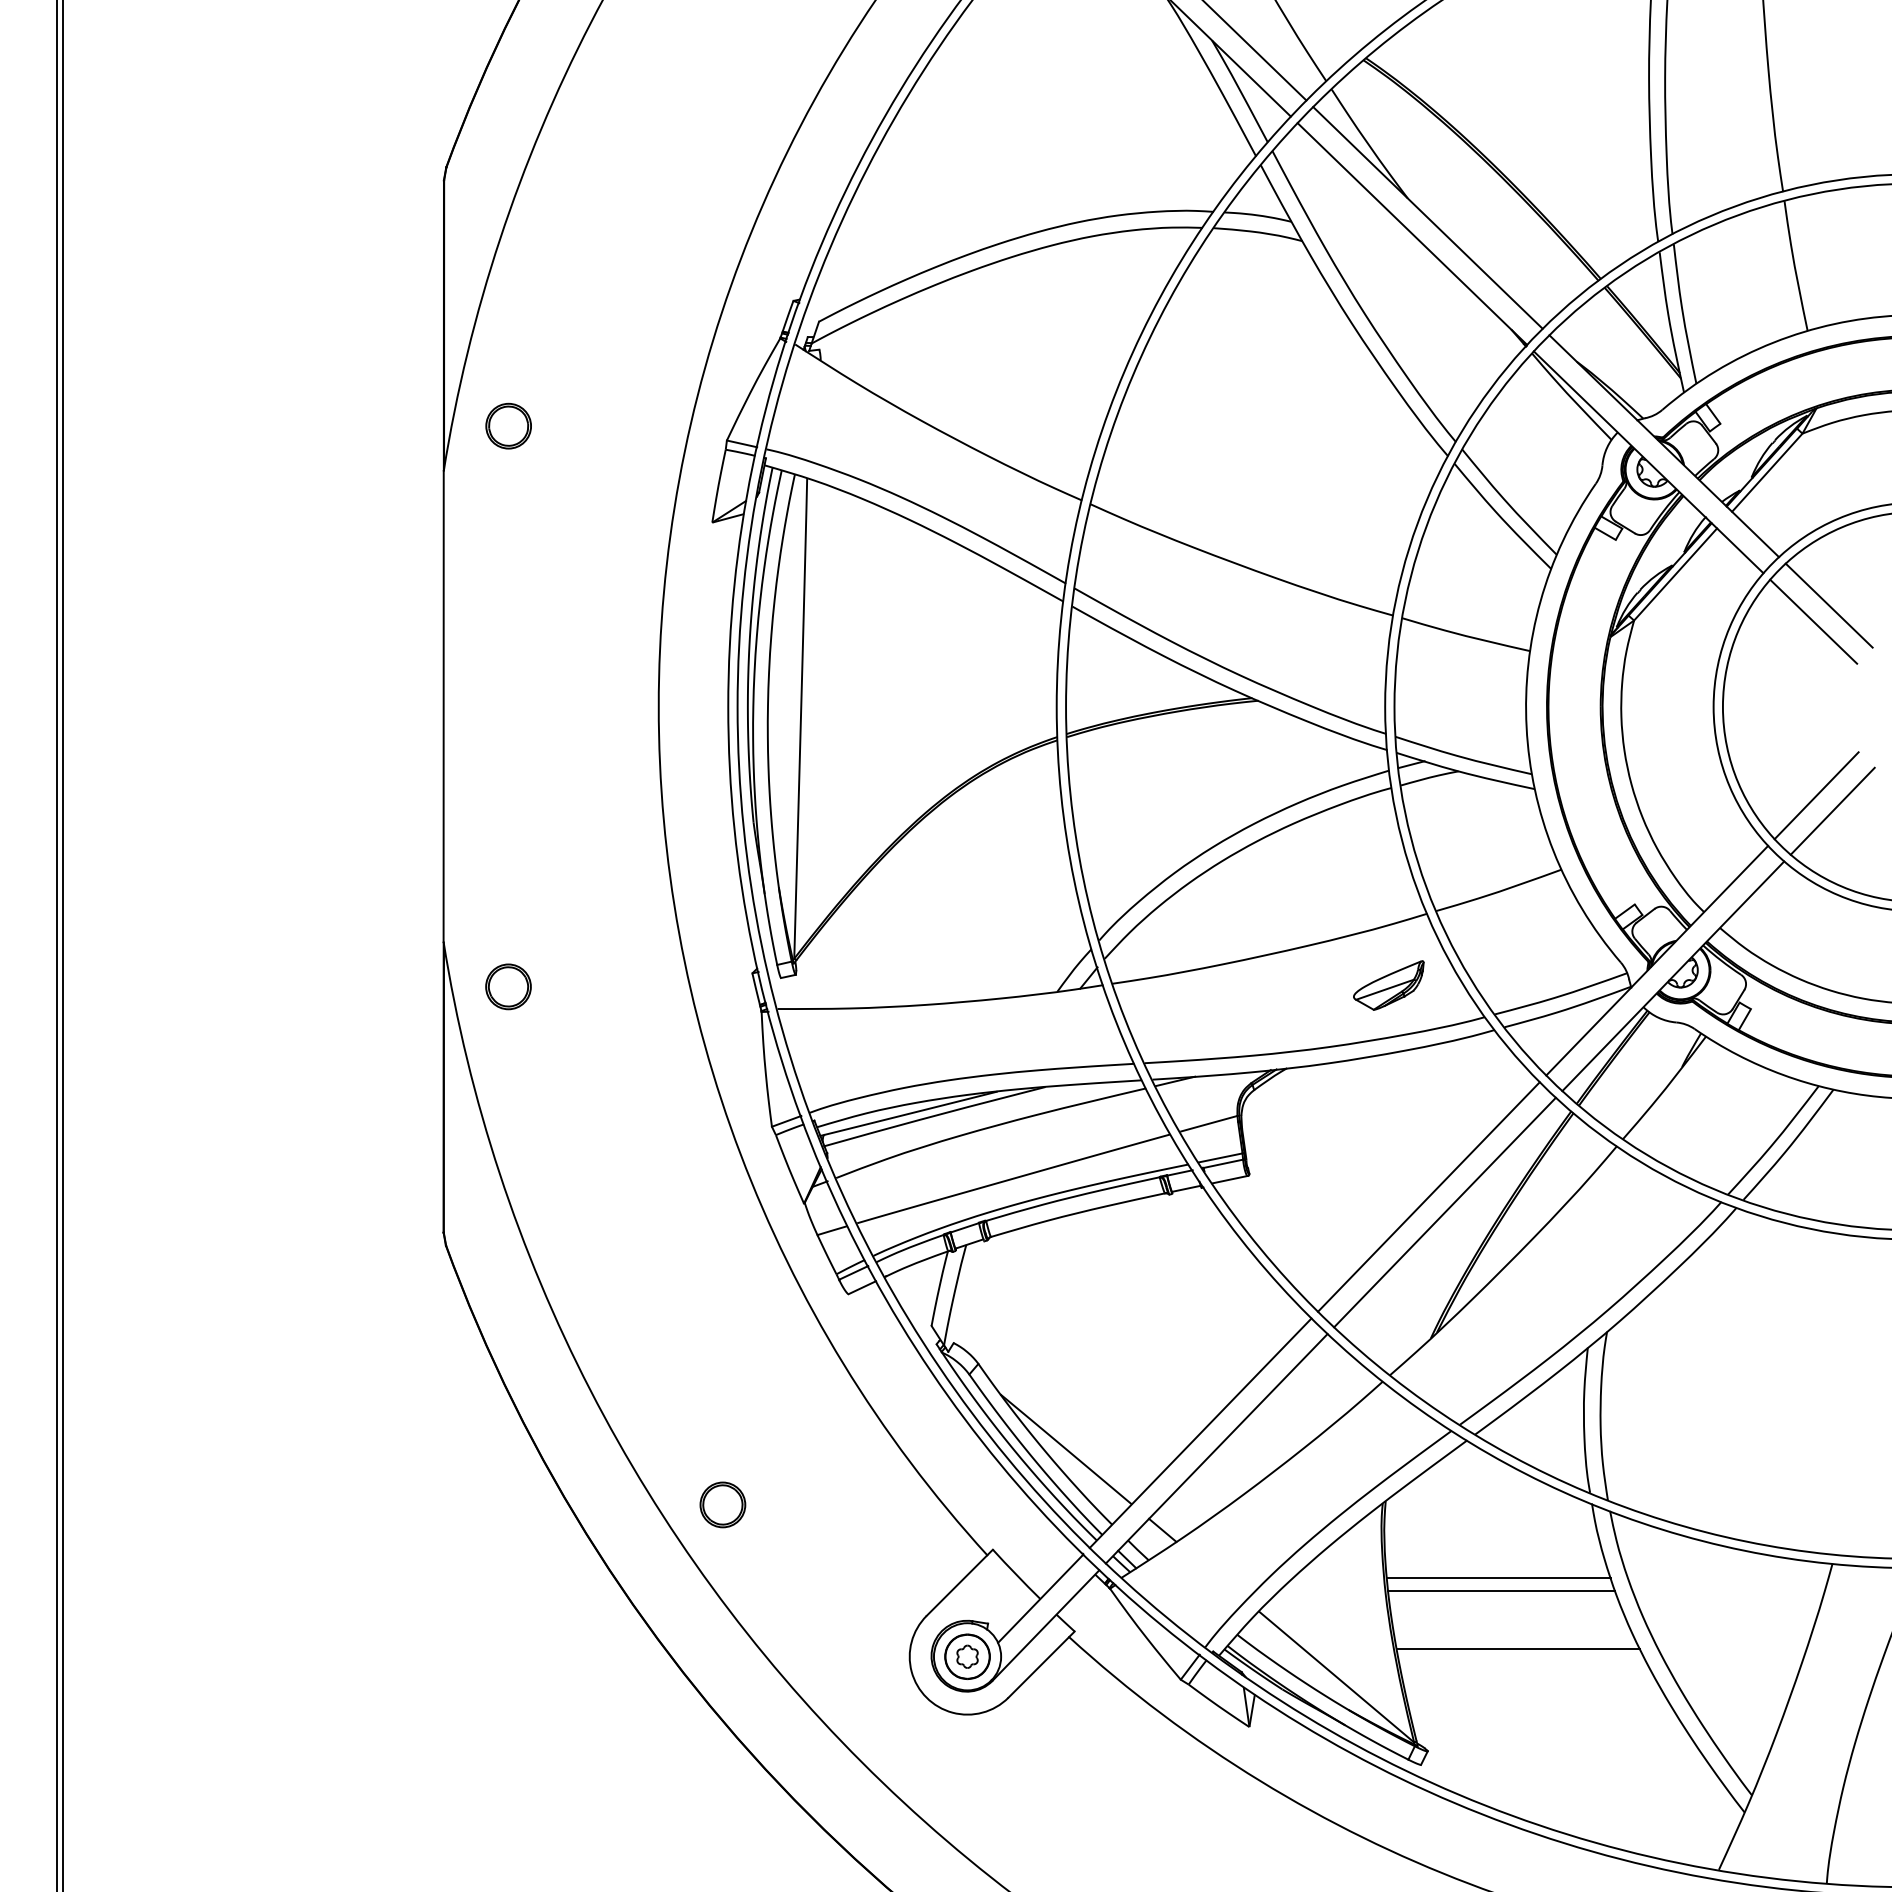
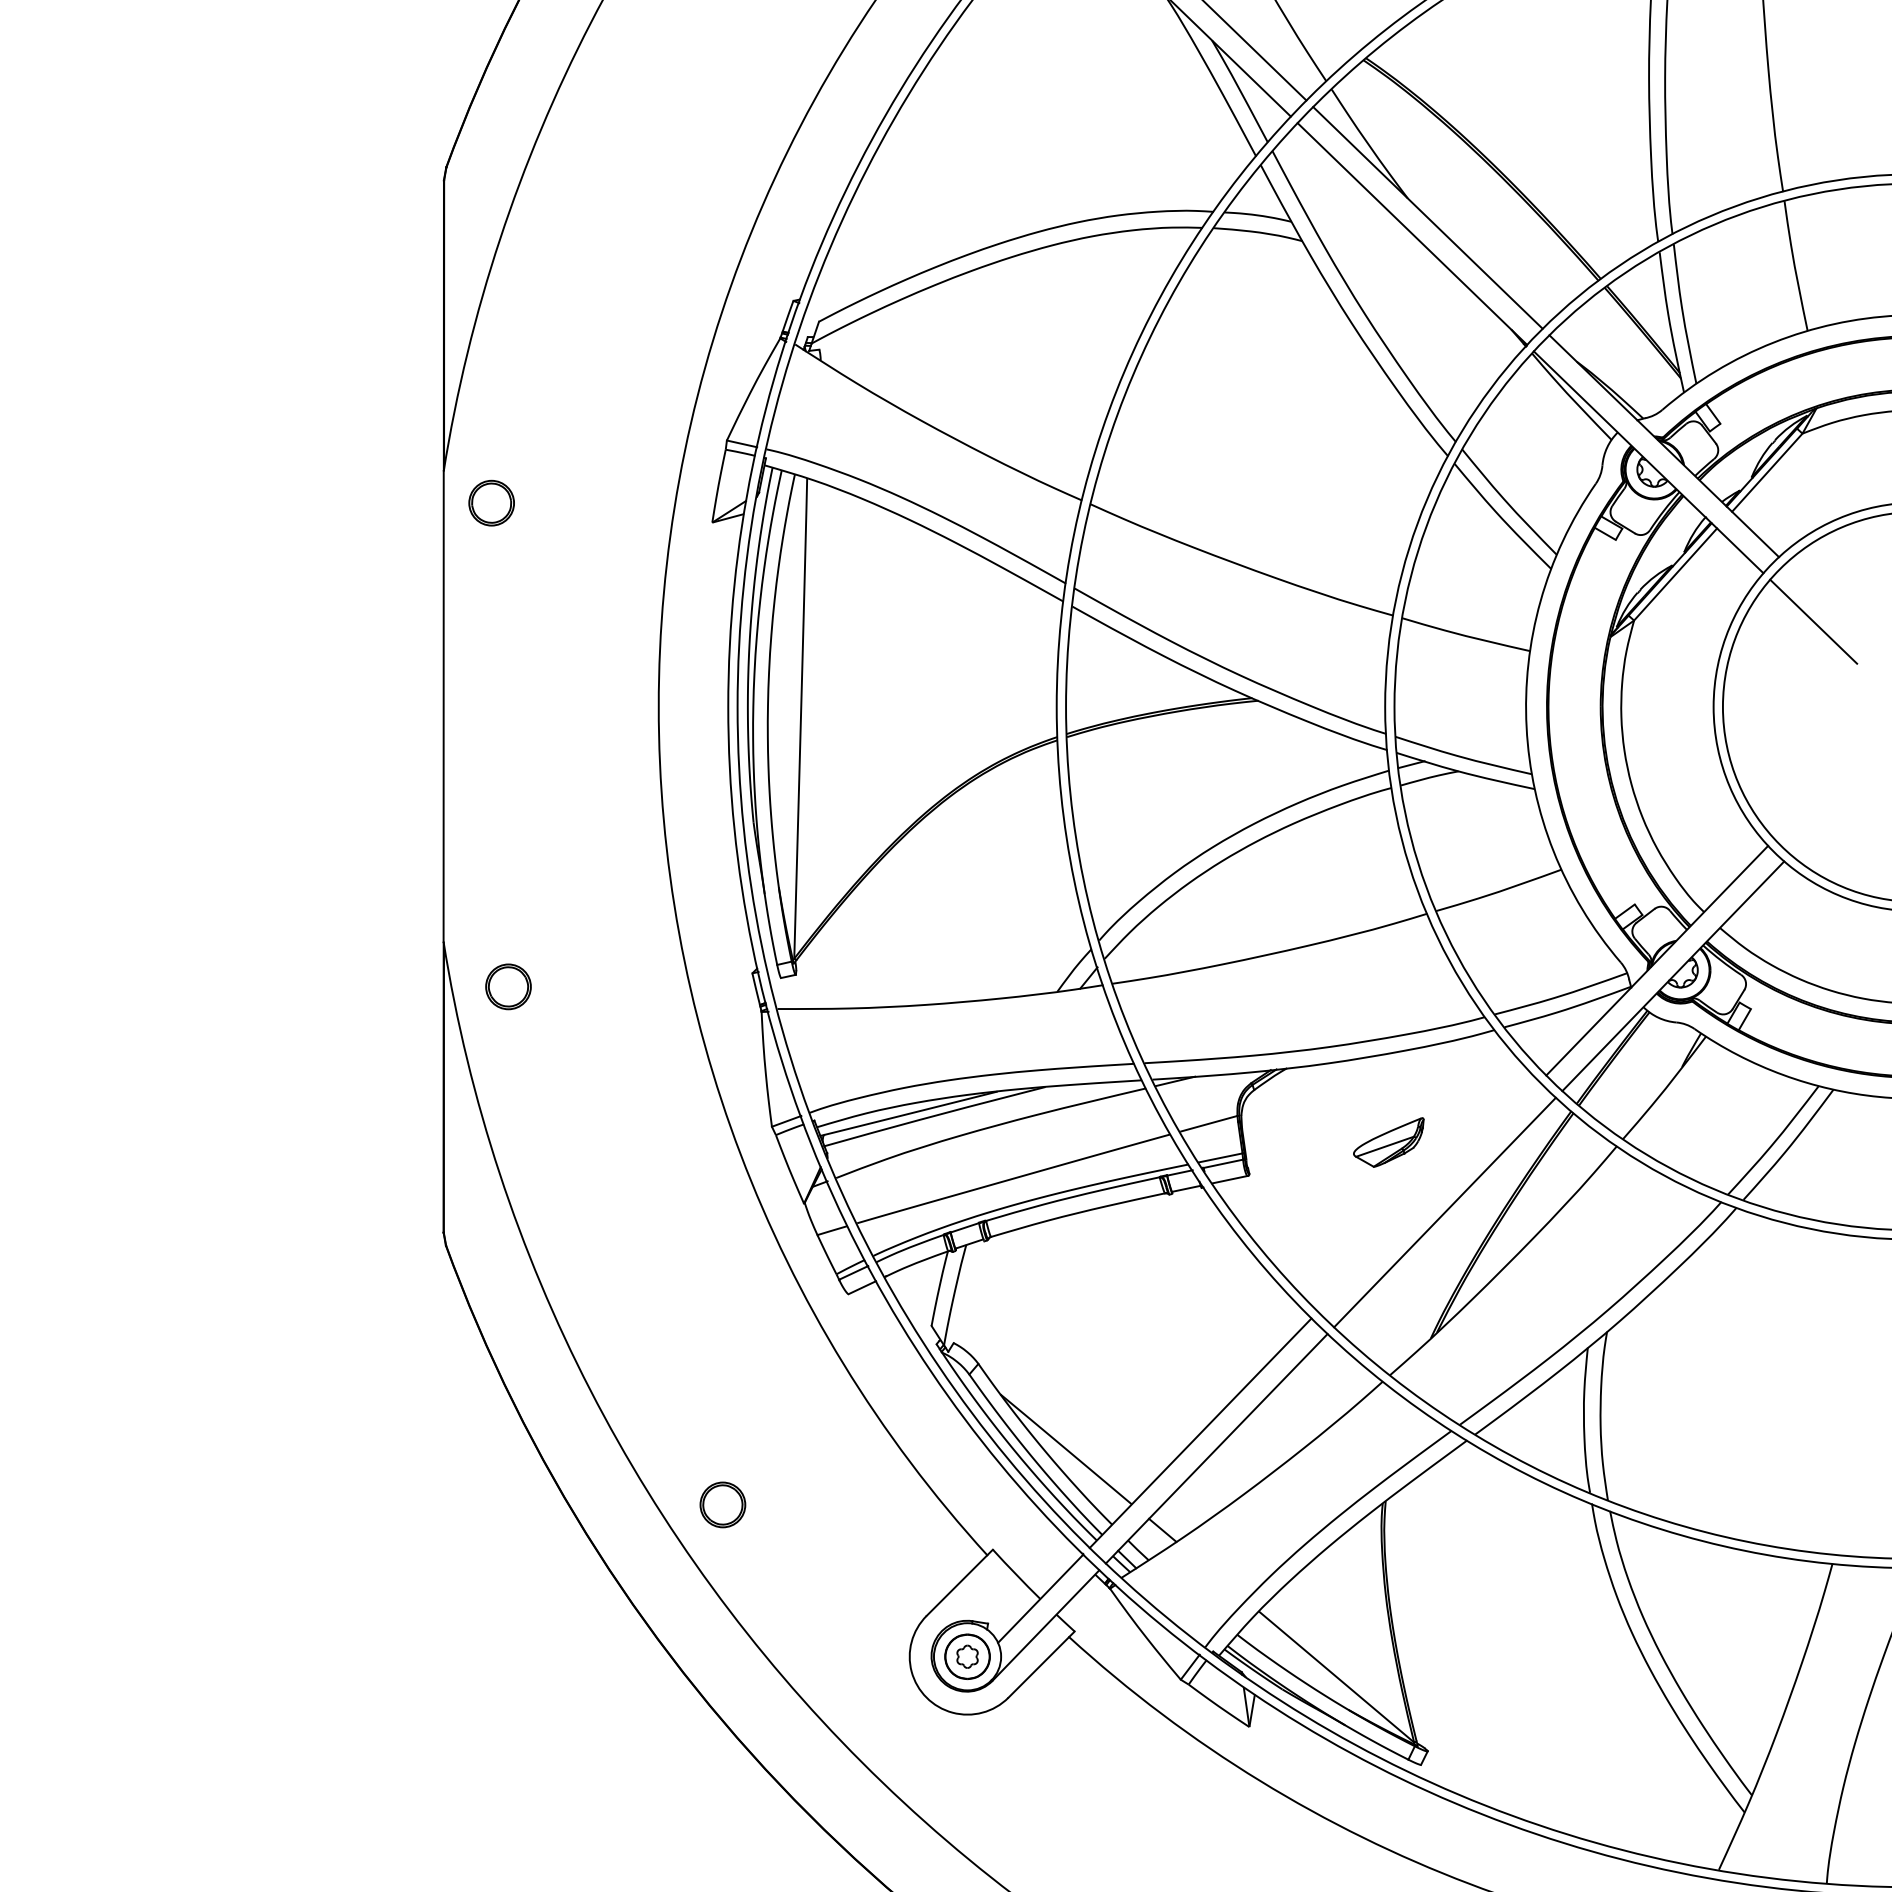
part at (508, 425) position: (508, 425) -> (491, 502)
line at (1828, 605): present -> none
line at (1816, 795): present -> none
line at (1832, 810): present -> none
line at (56, 945): present -> none
line at (63, 945): present -> none
part at (1388, 985) position: (1388, 985) -> (1388, 1142)
line at (1428, 1196): present -> none
line at (1498, 1578): present -> none
line at (1501, 1591): present -> none
line at (1518, 1649): present -> none
